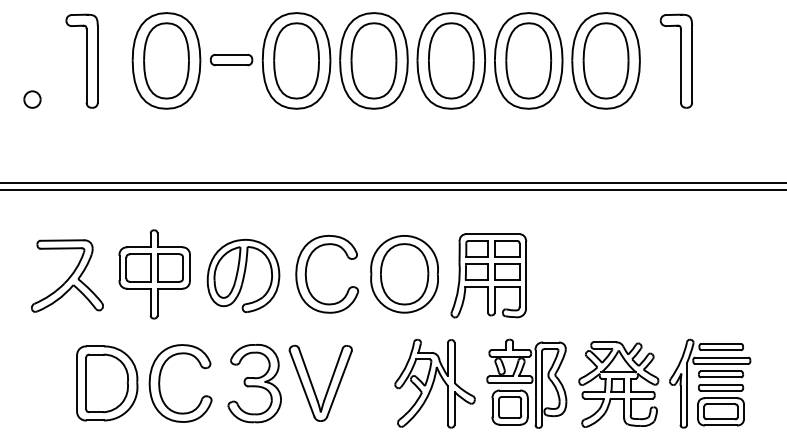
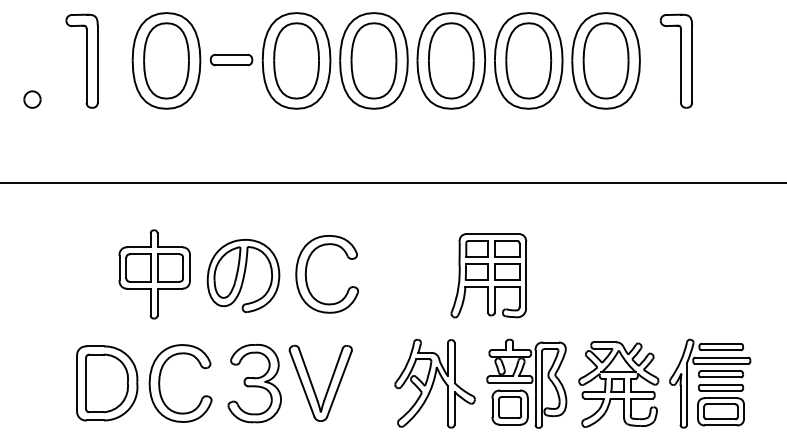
line at (392, 190): present -> none
part at (404, 274): present -> none
part at (67, 275): present -> none
